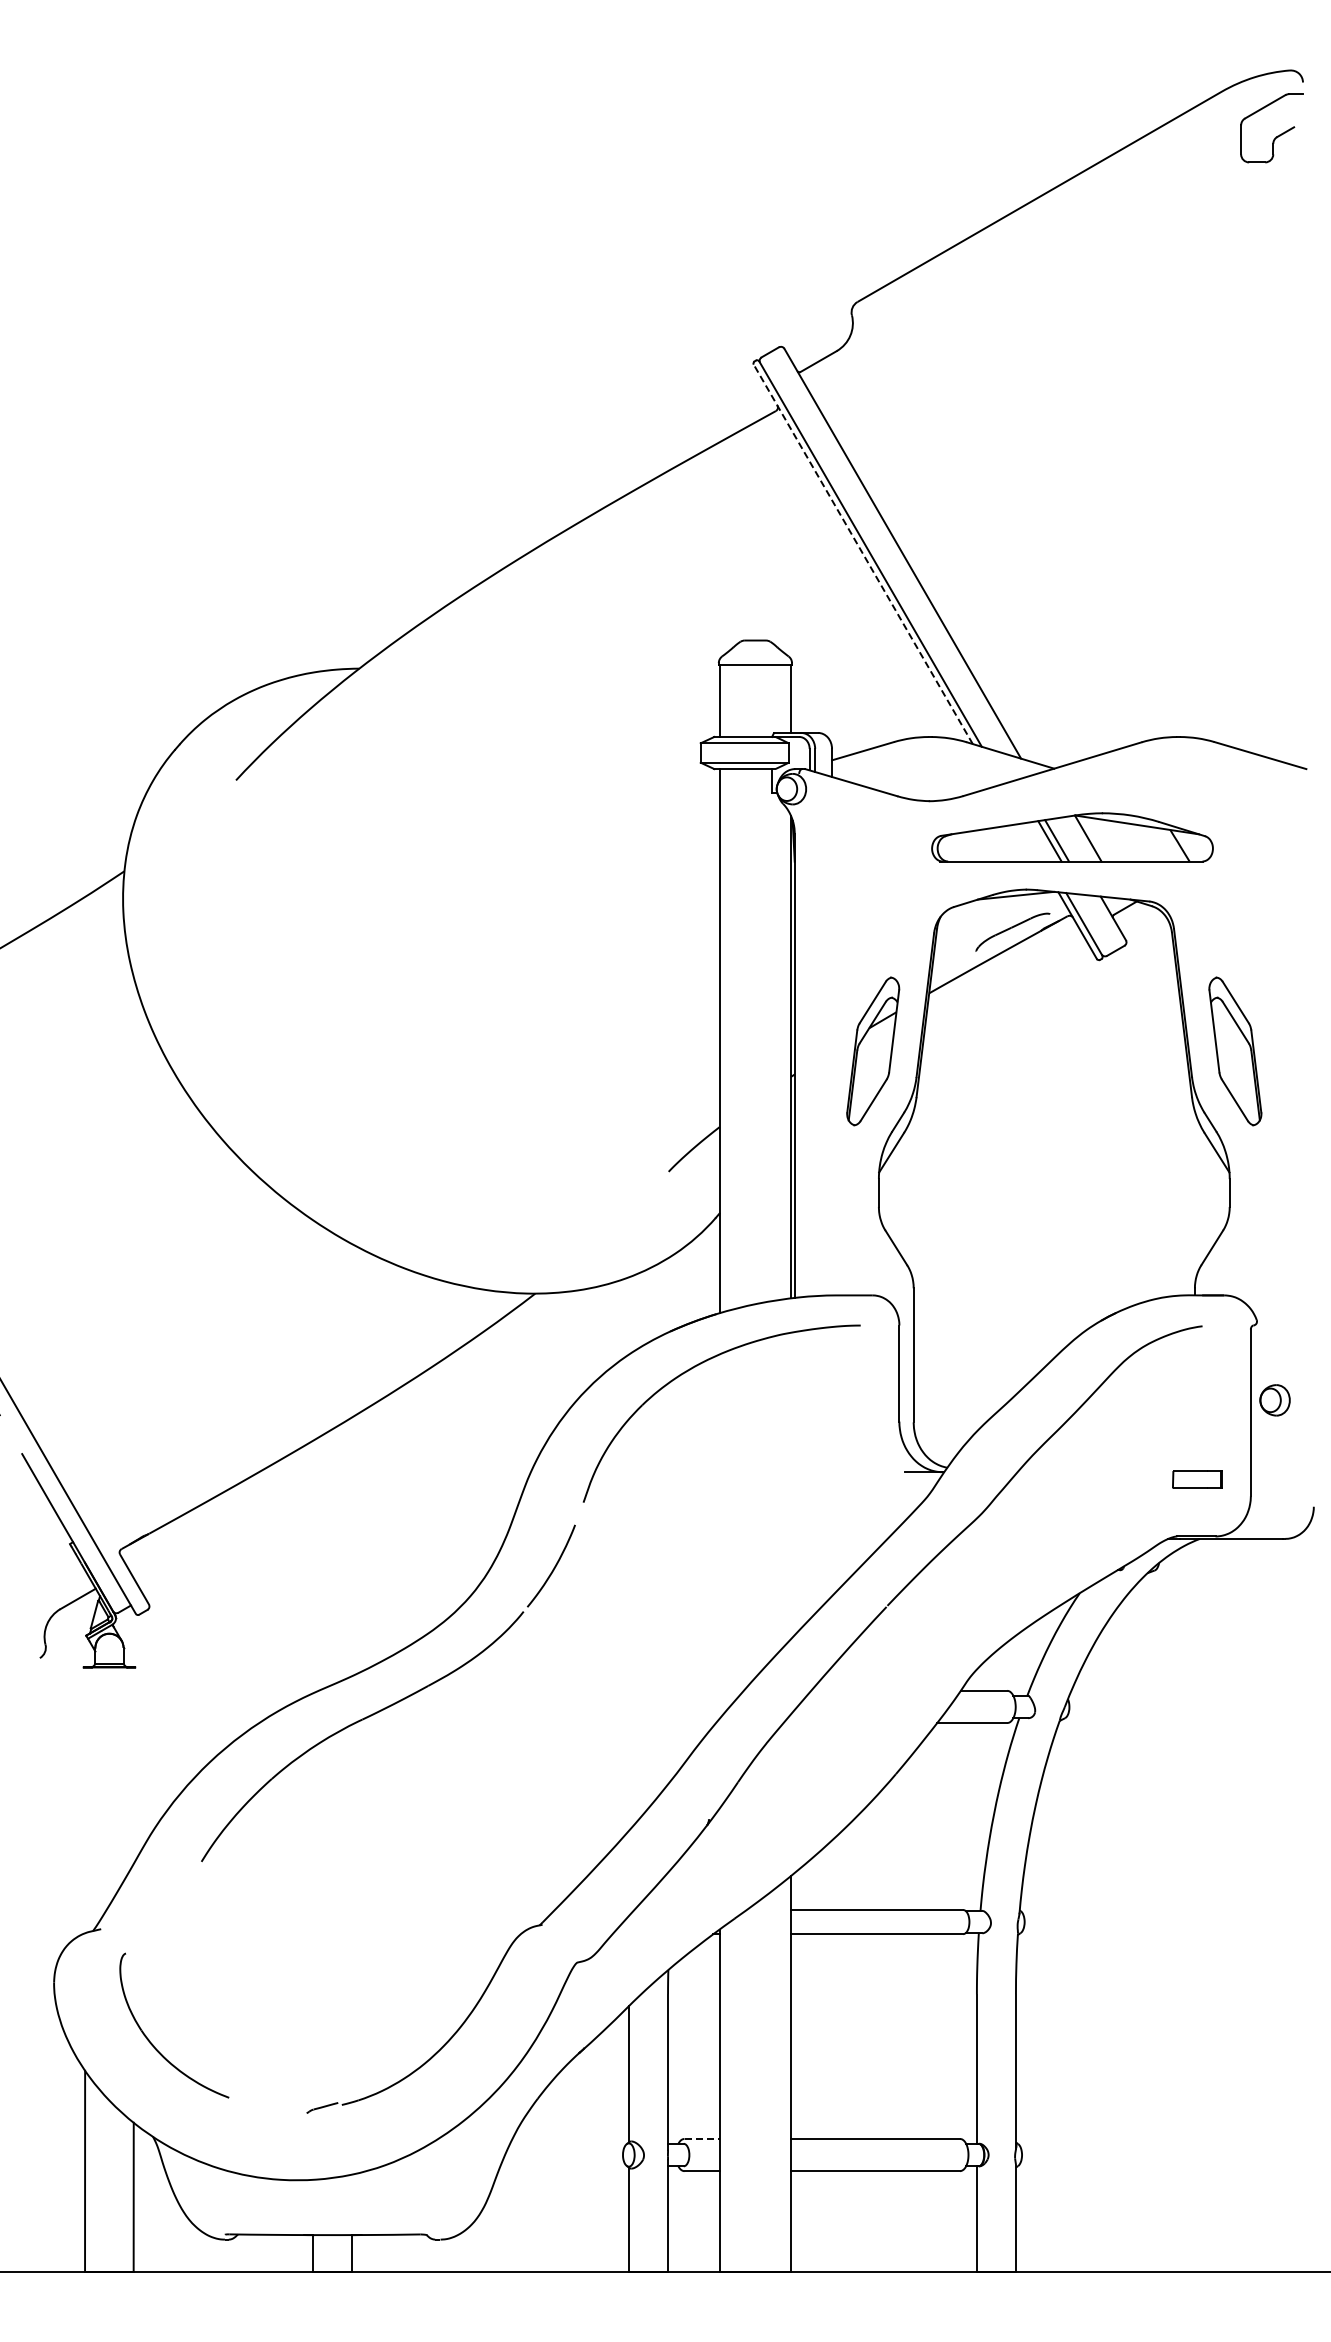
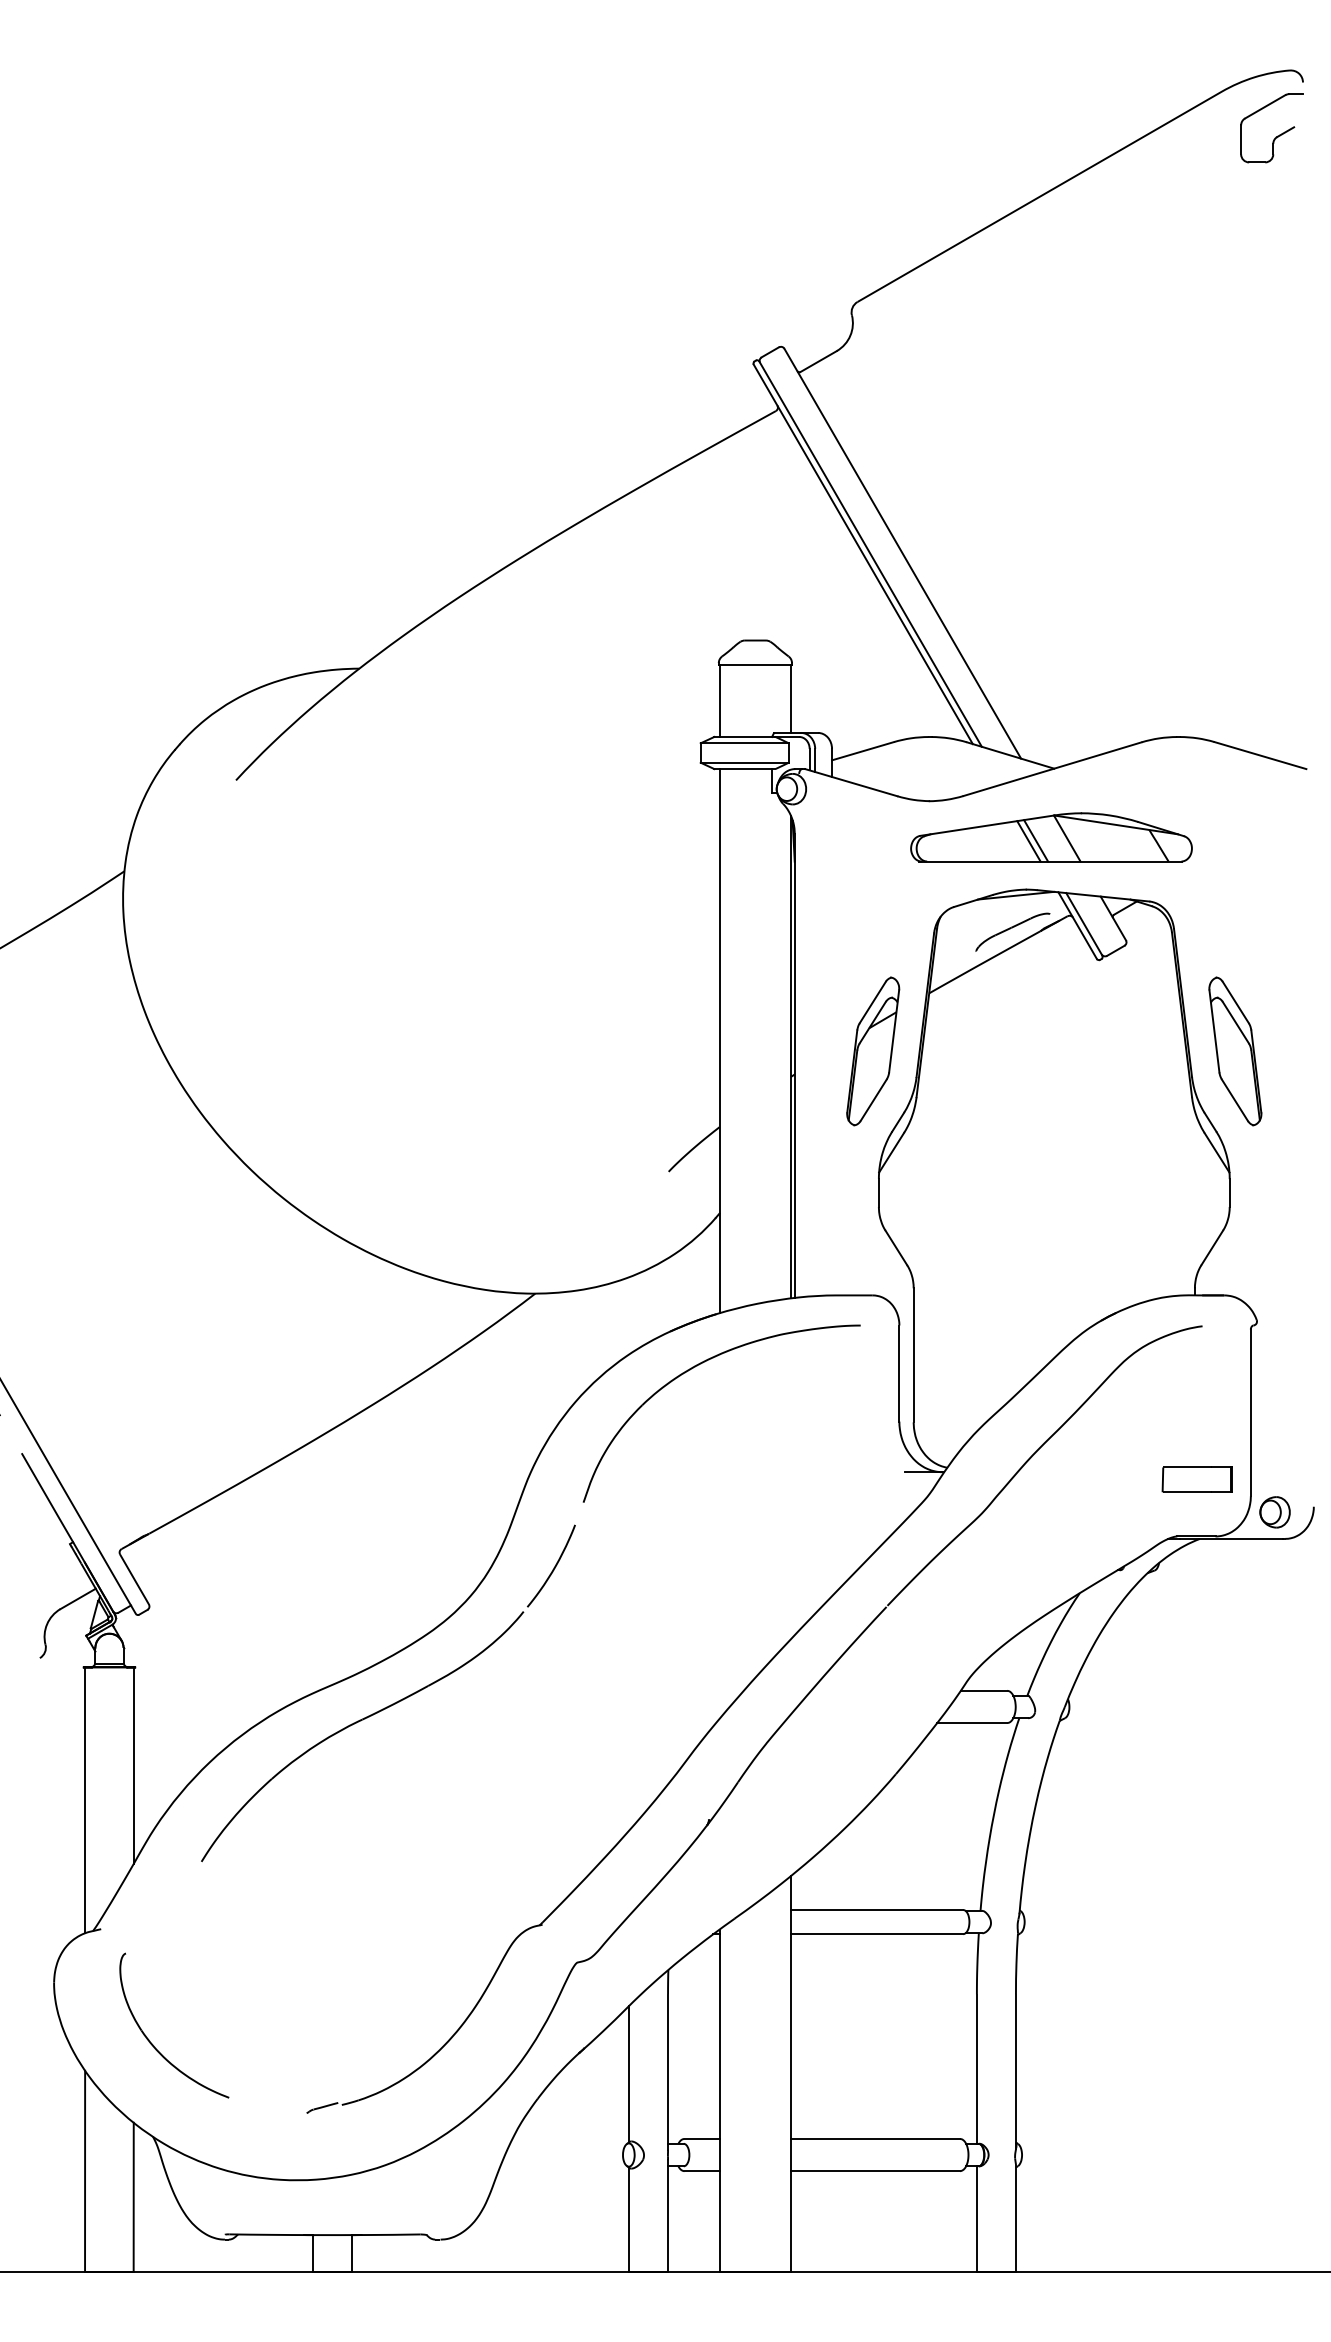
line at (863, 553): dashed -> solid
part at (1072, 837) position: (1072, 837) -> (1051, 837)
part at (1274, 1400) position: (1274, 1400) -> (1274, 1512)
part at (1197, 1479) size: 51x19 px -> 72x27 px
line at (133, 1765): none -> present
line at (85, 1800): none -> present
line at (702, 2138): dashed -> solid
